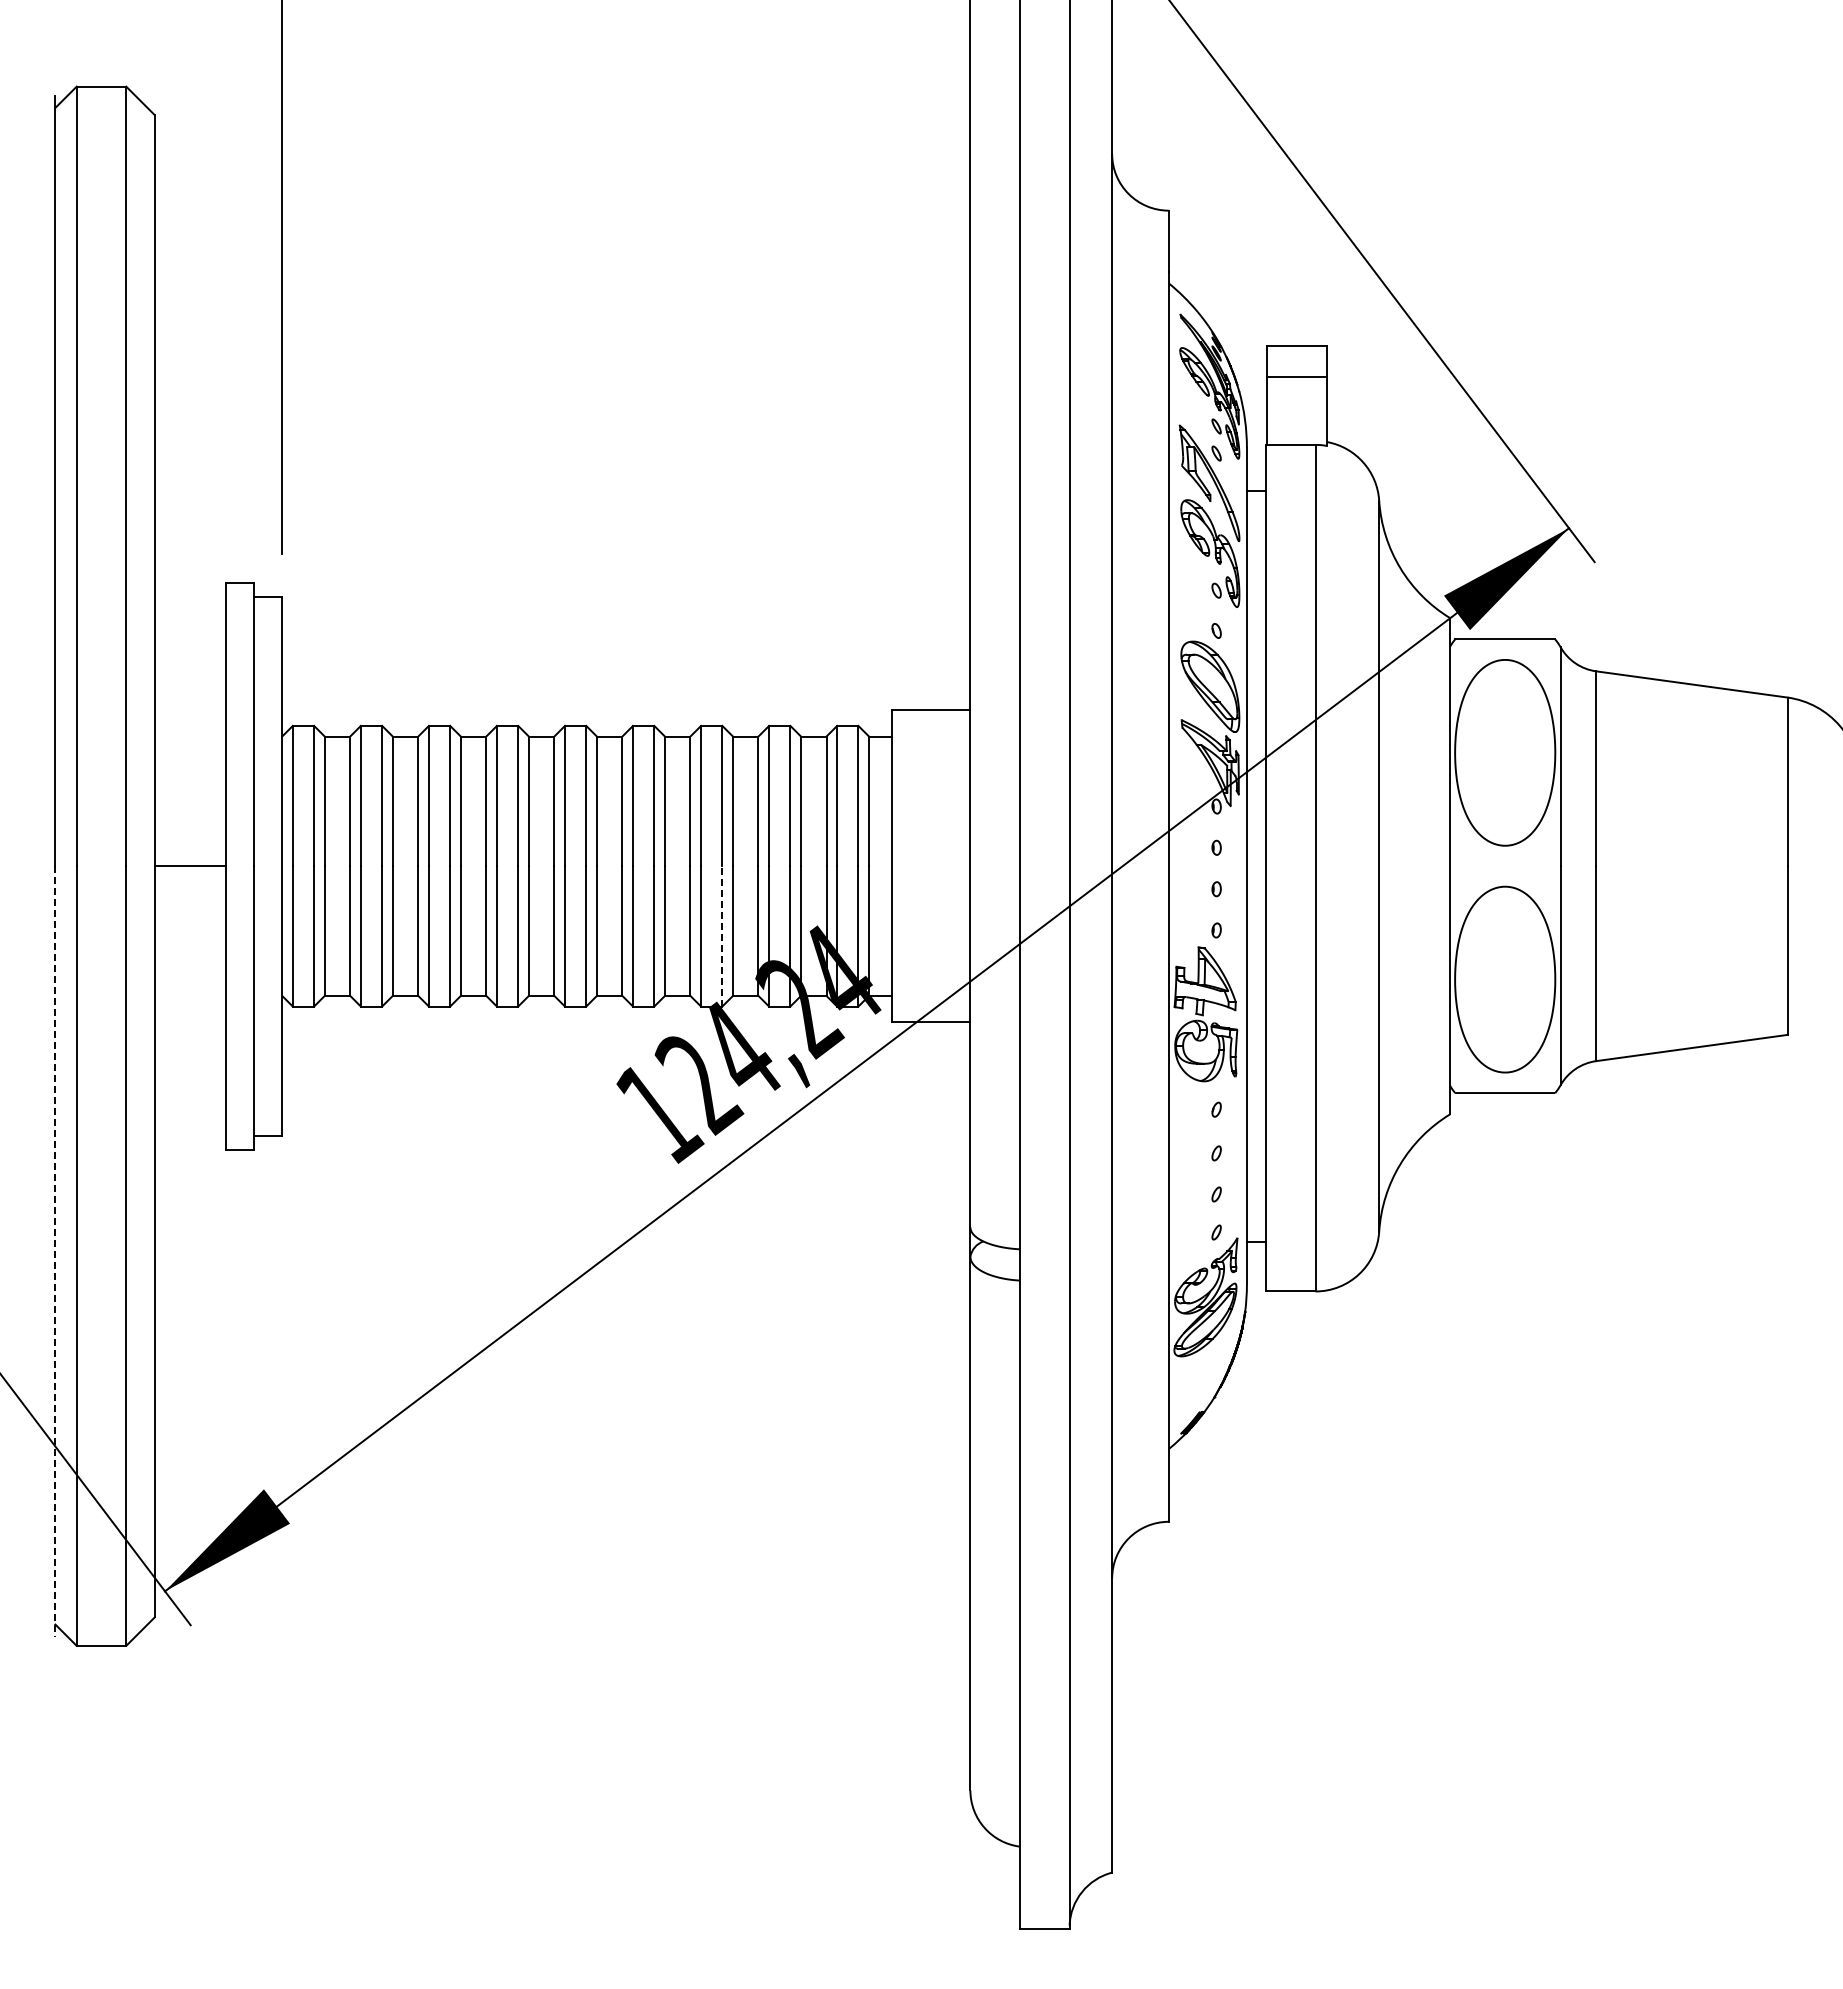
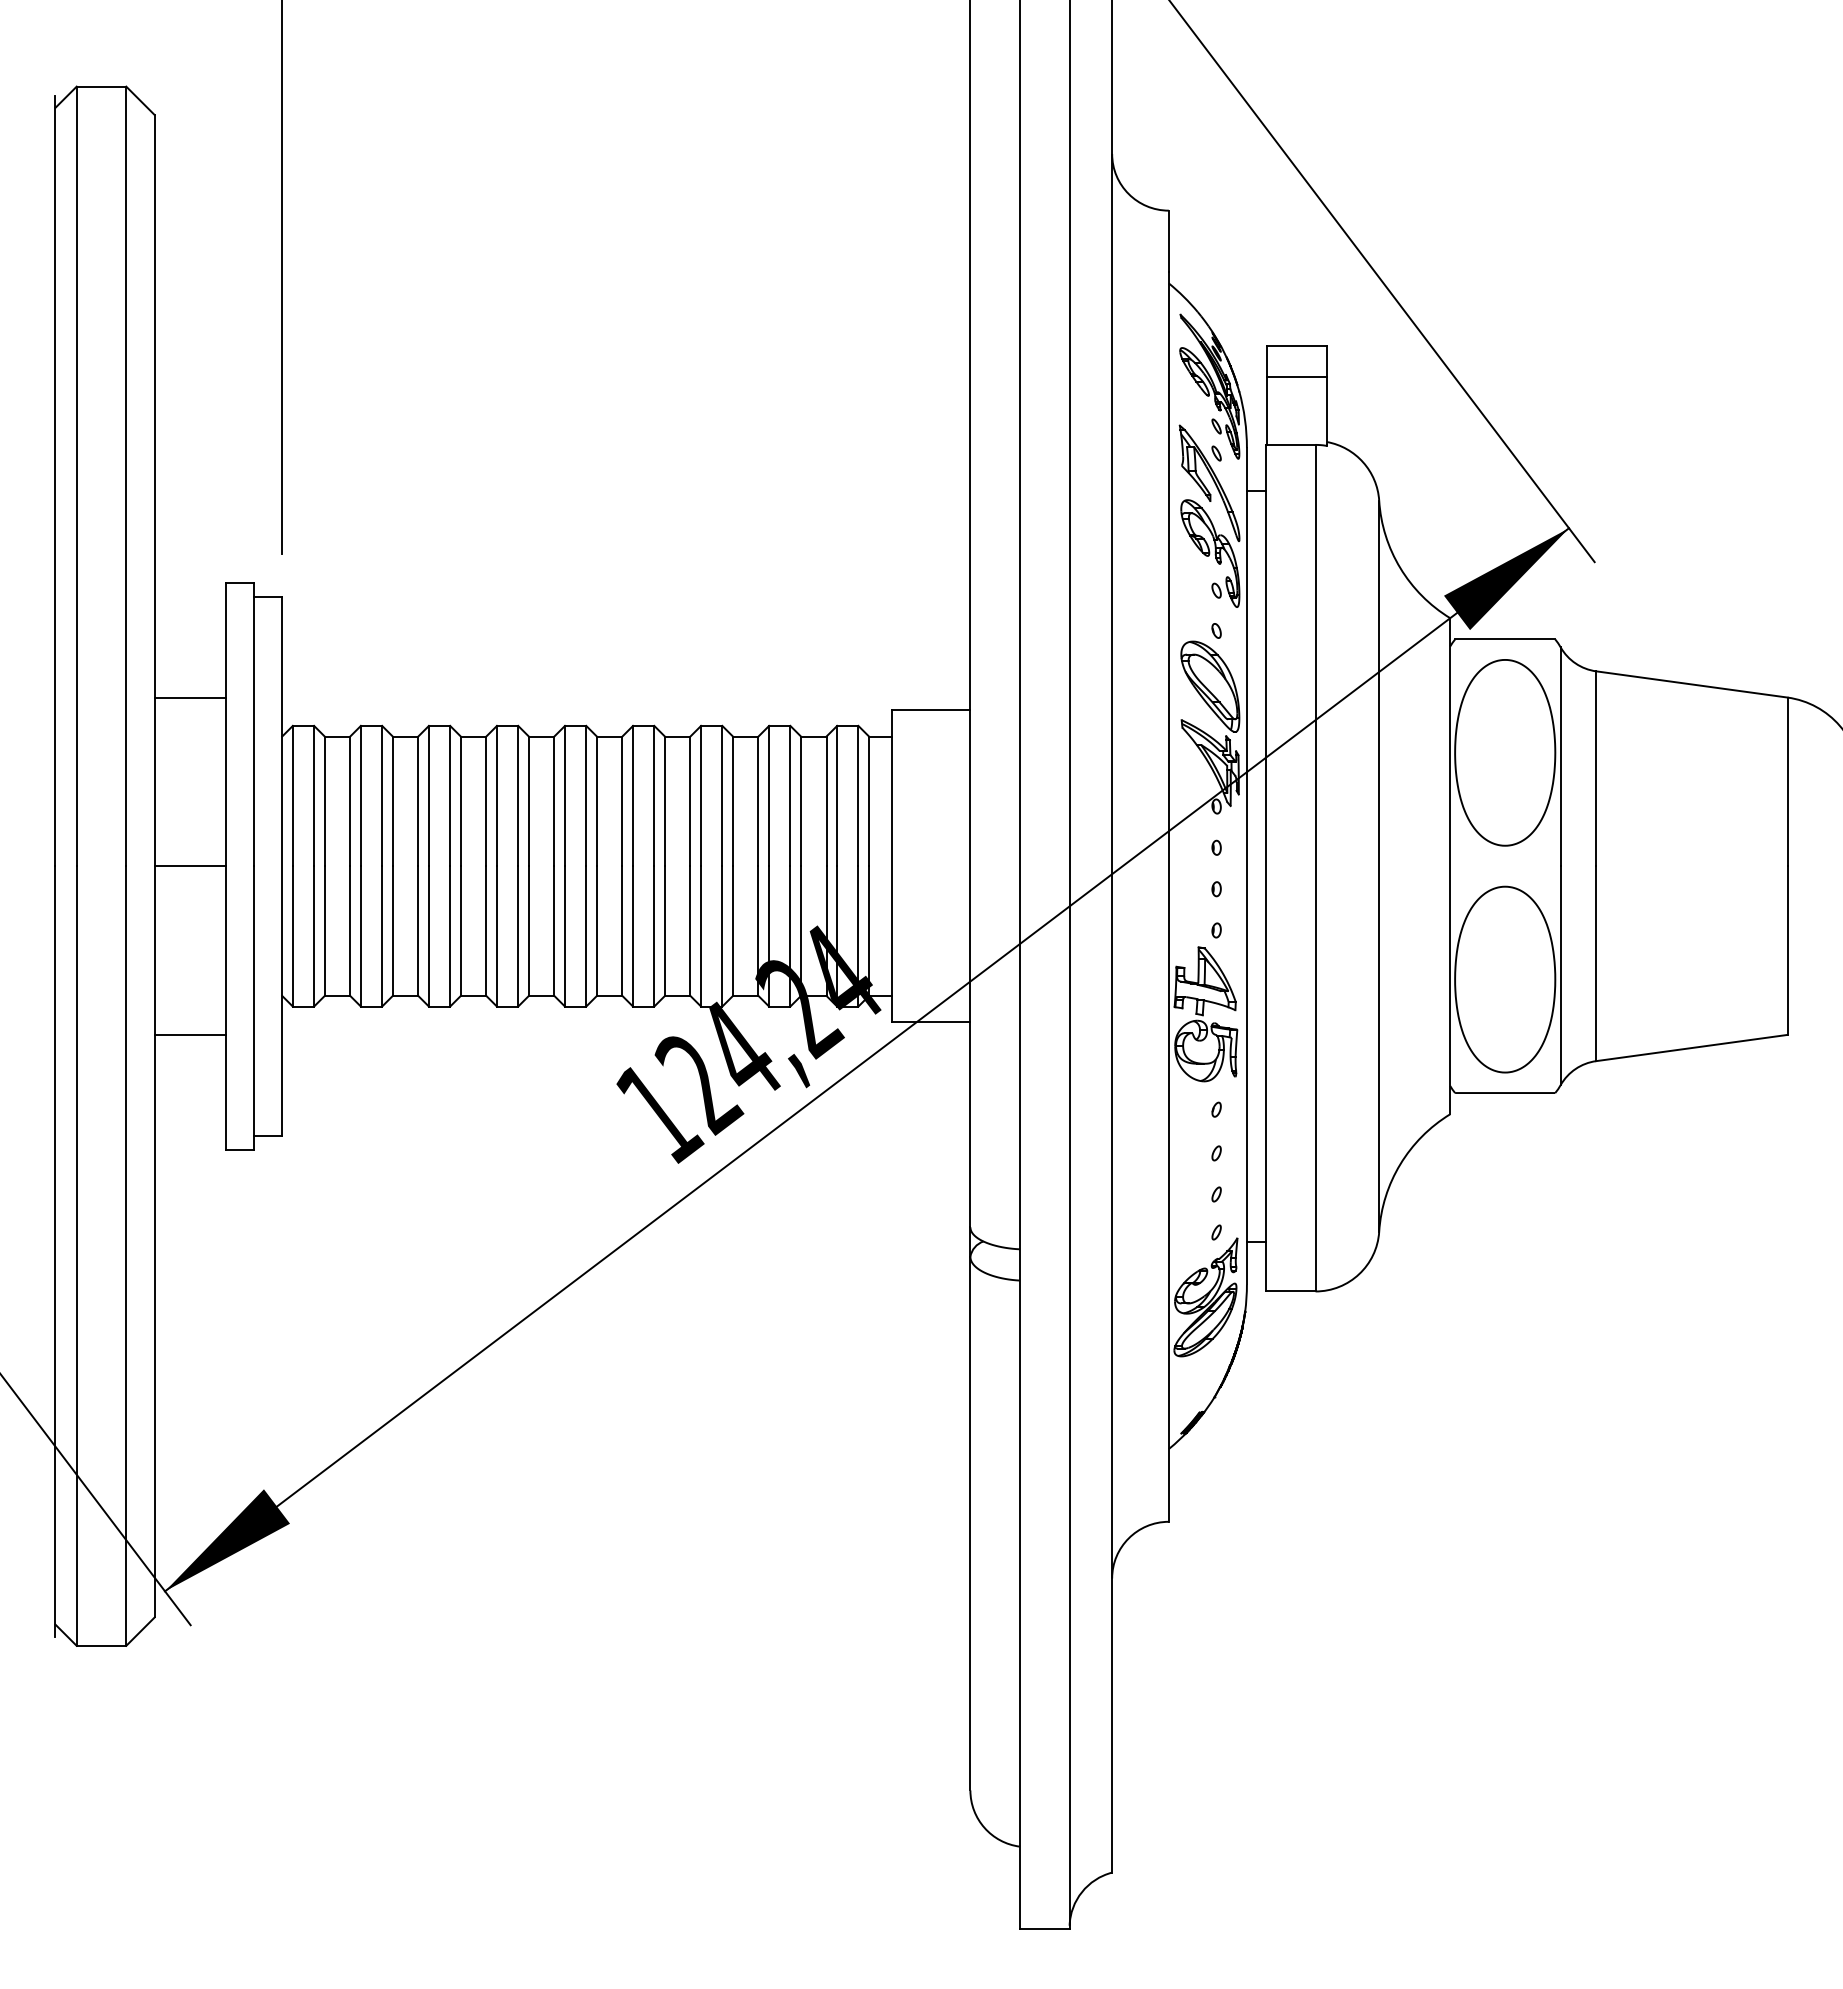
line at (189, 697): none -> present
line at (722, 935): dashed -> solid
line at (189, 1034): none -> present
line at (55, 1251): dashed -> solid
